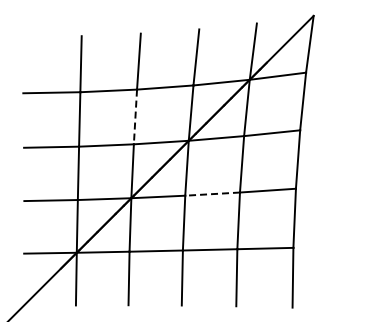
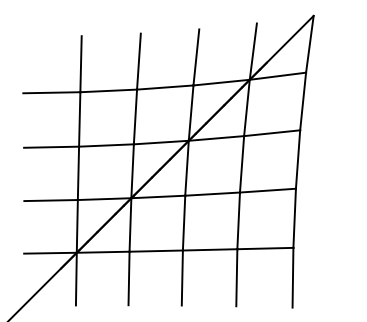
line at (135, 117): dashed -> solid
line at (212, 194): dashed -> solid
